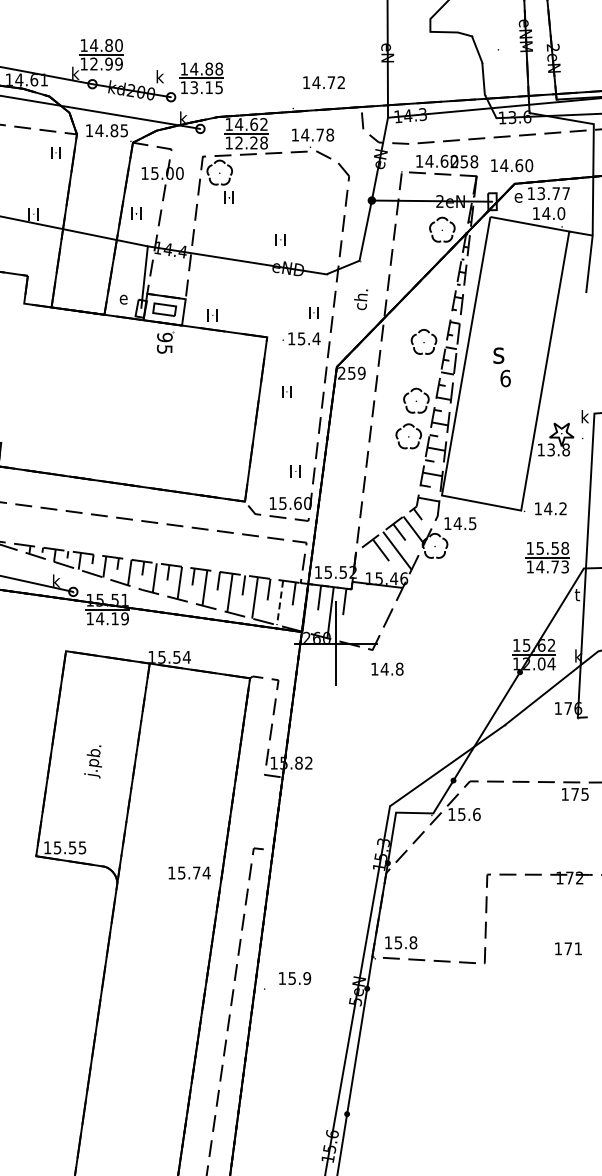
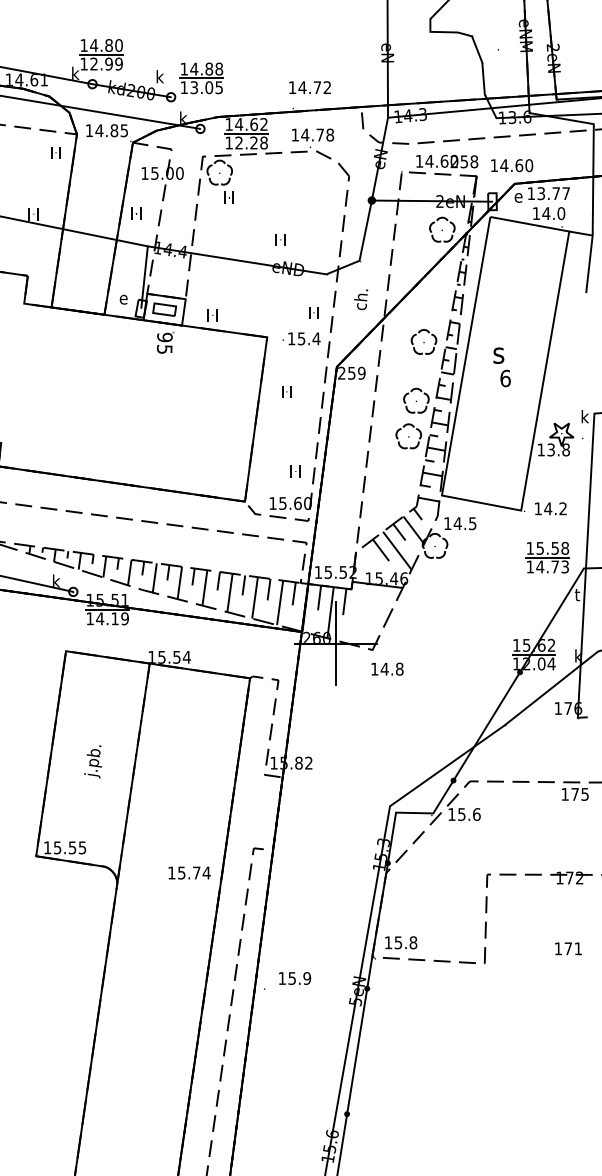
text at (323, 82) position: (323, 82) -> (309, 87)
text at (209, 87): 13.15 -> 13.05
line at (280, 603): dashed -> solid
